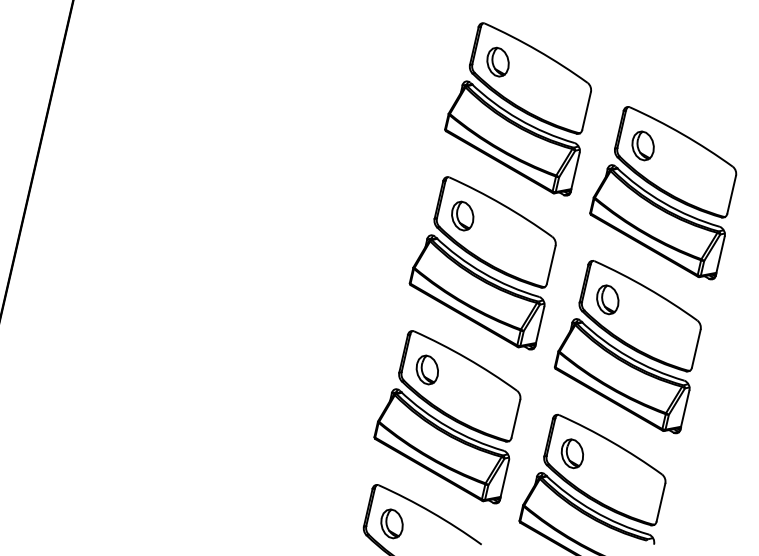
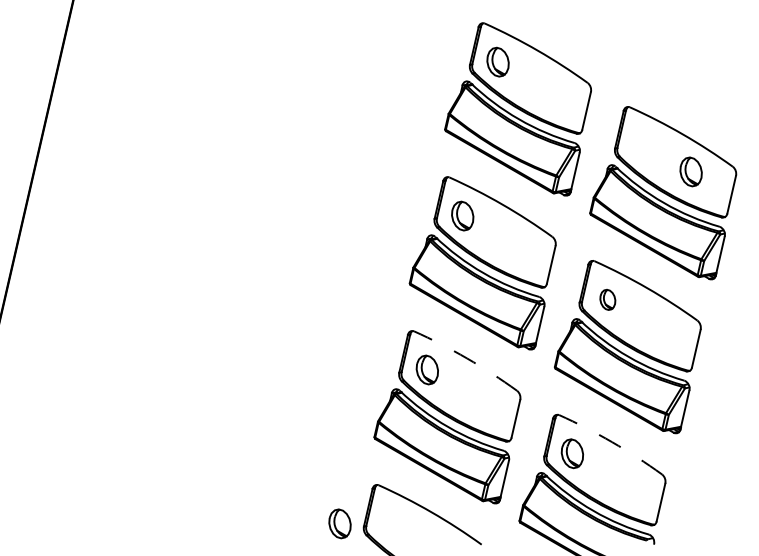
part at (642, 145) position: (642, 145) -> (690, 171)
part at (607, 299) size: 24x32 px -> 18x22 px
arc at (467, 358): solid -> dashed
arc at (612, 442): solid -> dashed
part at (391, 523) position: (391, 523) -> (339, 523)
